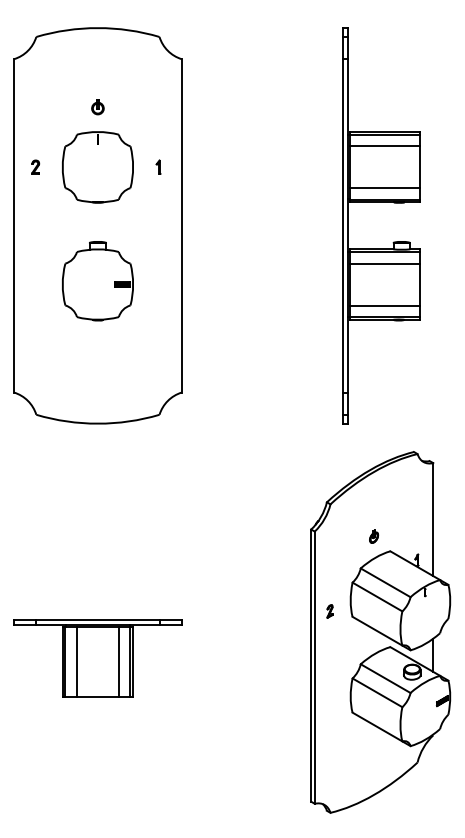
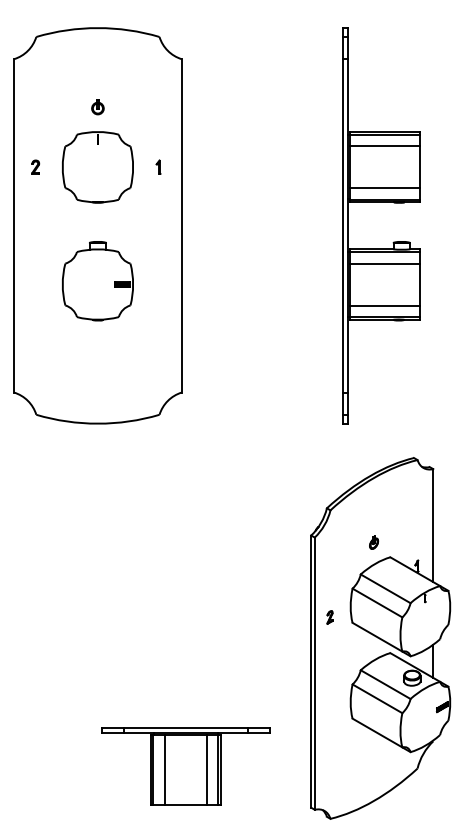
part at (380, 632) position: (380, 632) -> (380, 638)
part at (97, 658) position: (97, 658) -> (185, 766)
